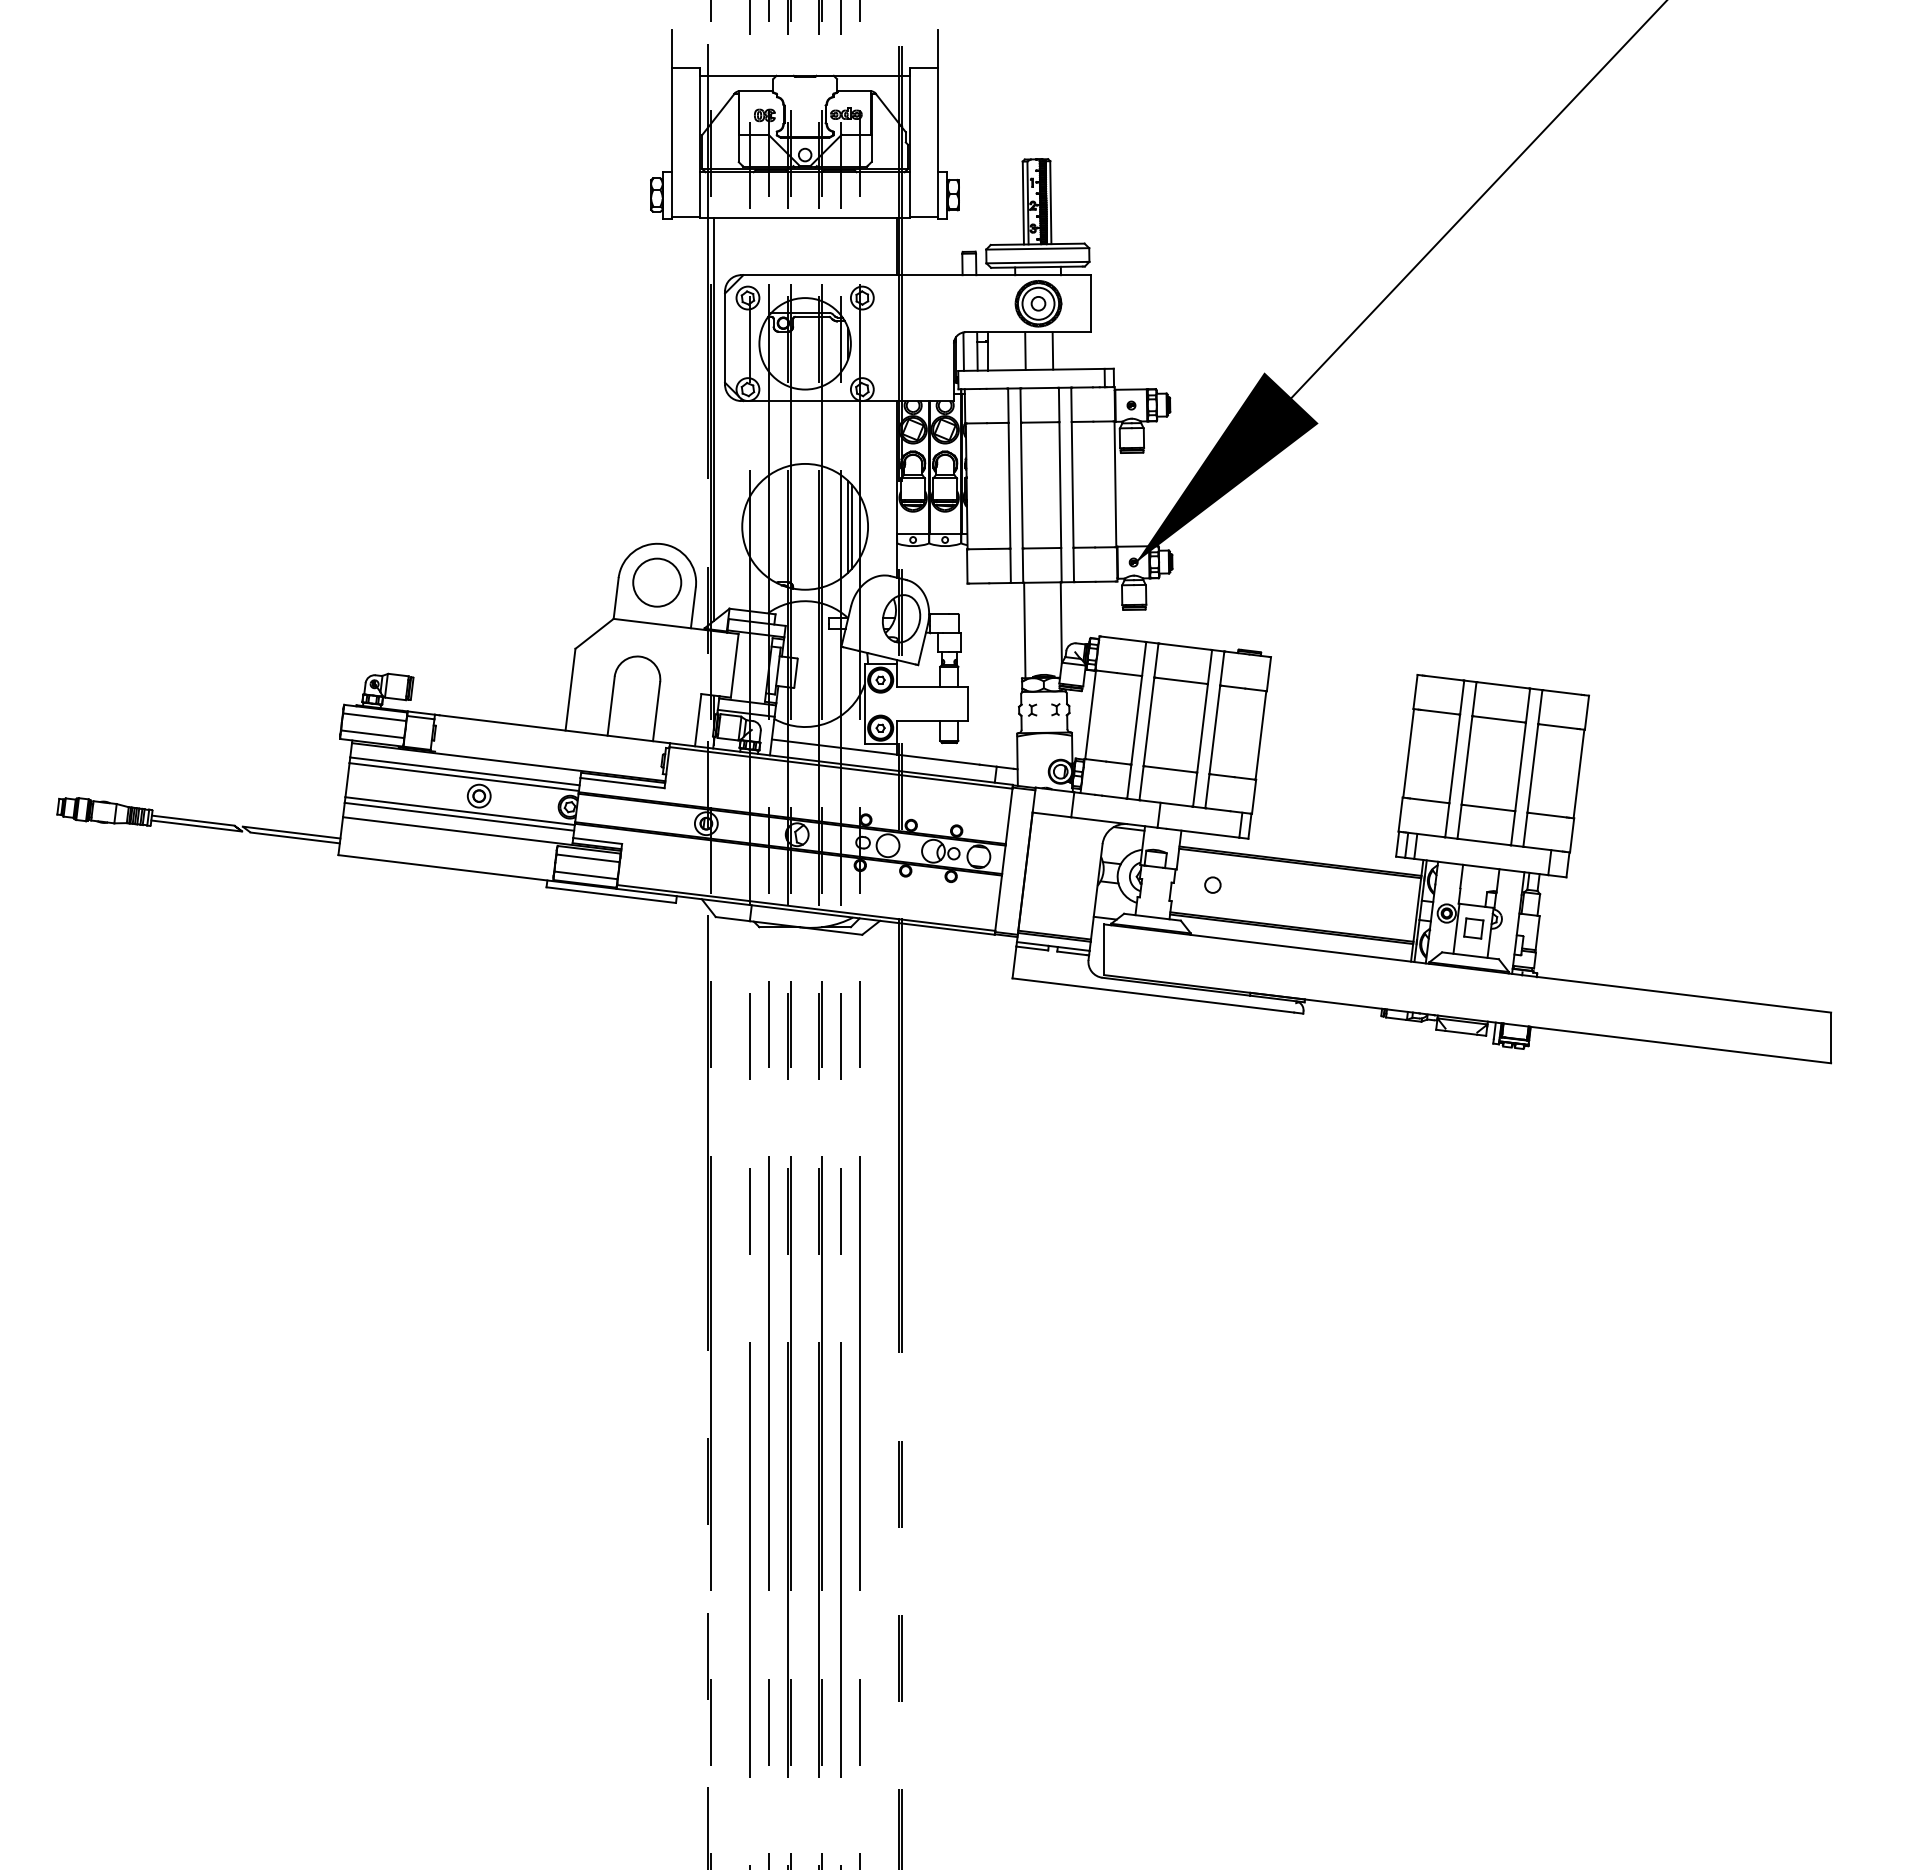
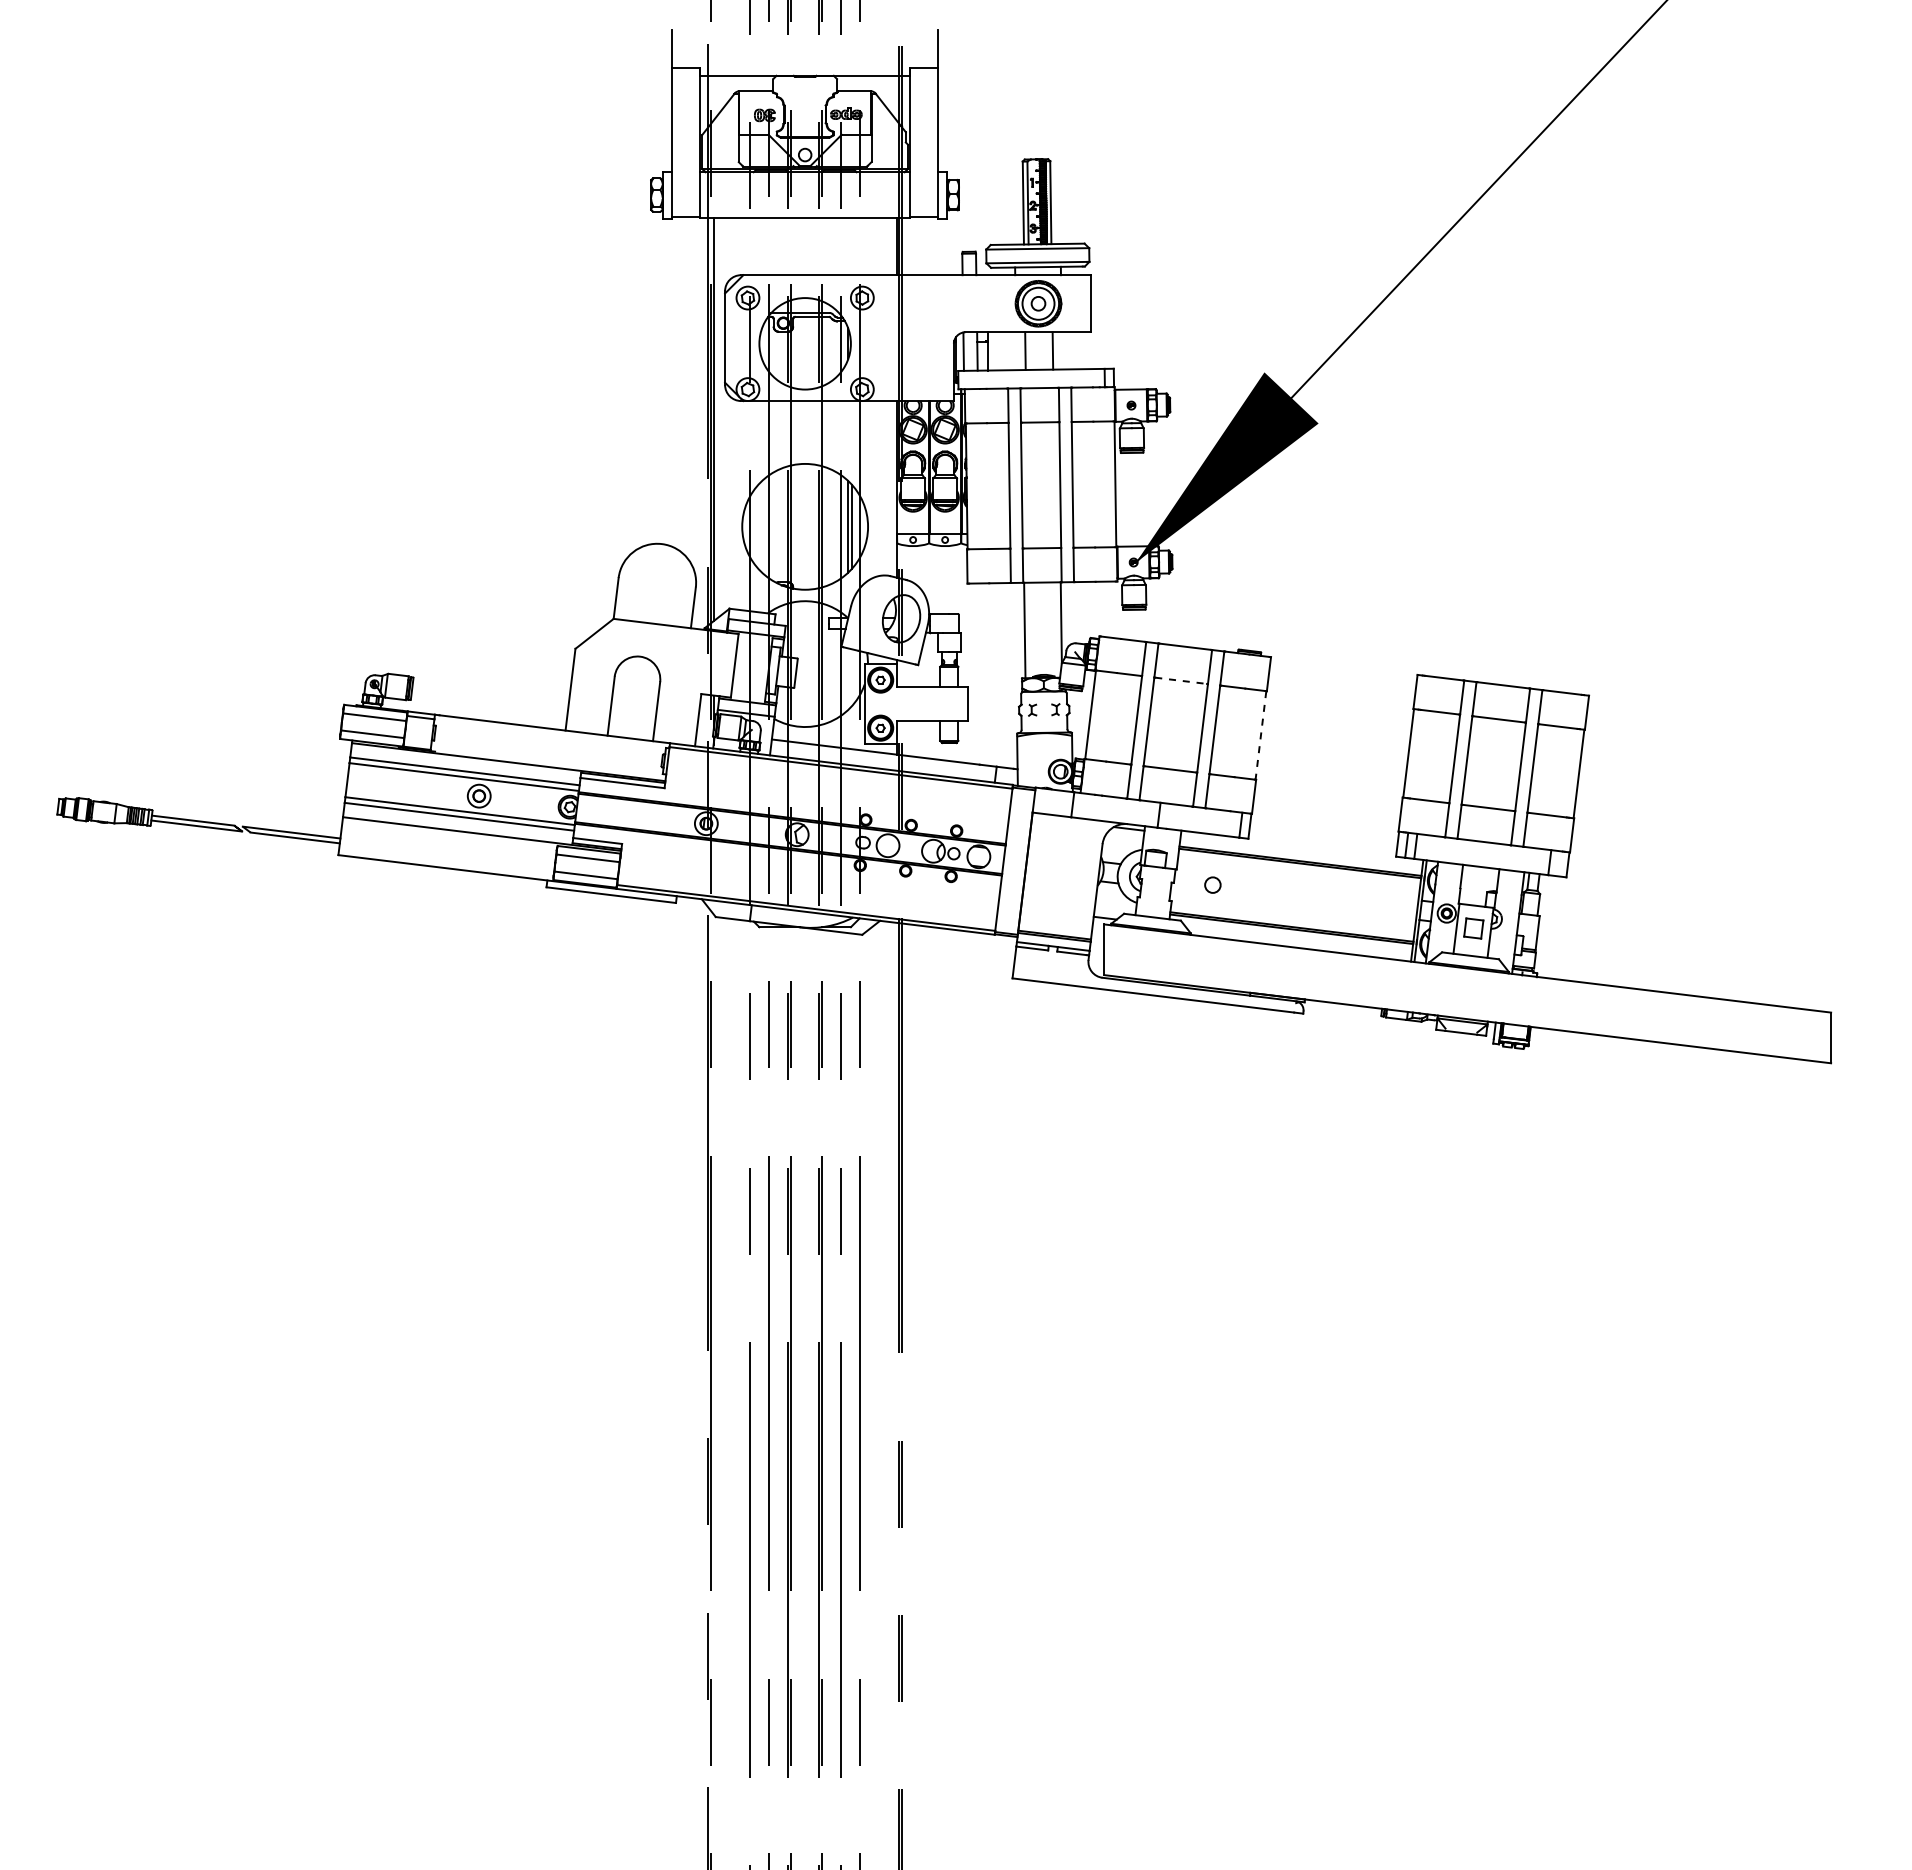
circle at (657, 582): present -> none
line at (1181, 680): solid -> dashed
line at (1260, 735): solid -> dashed
